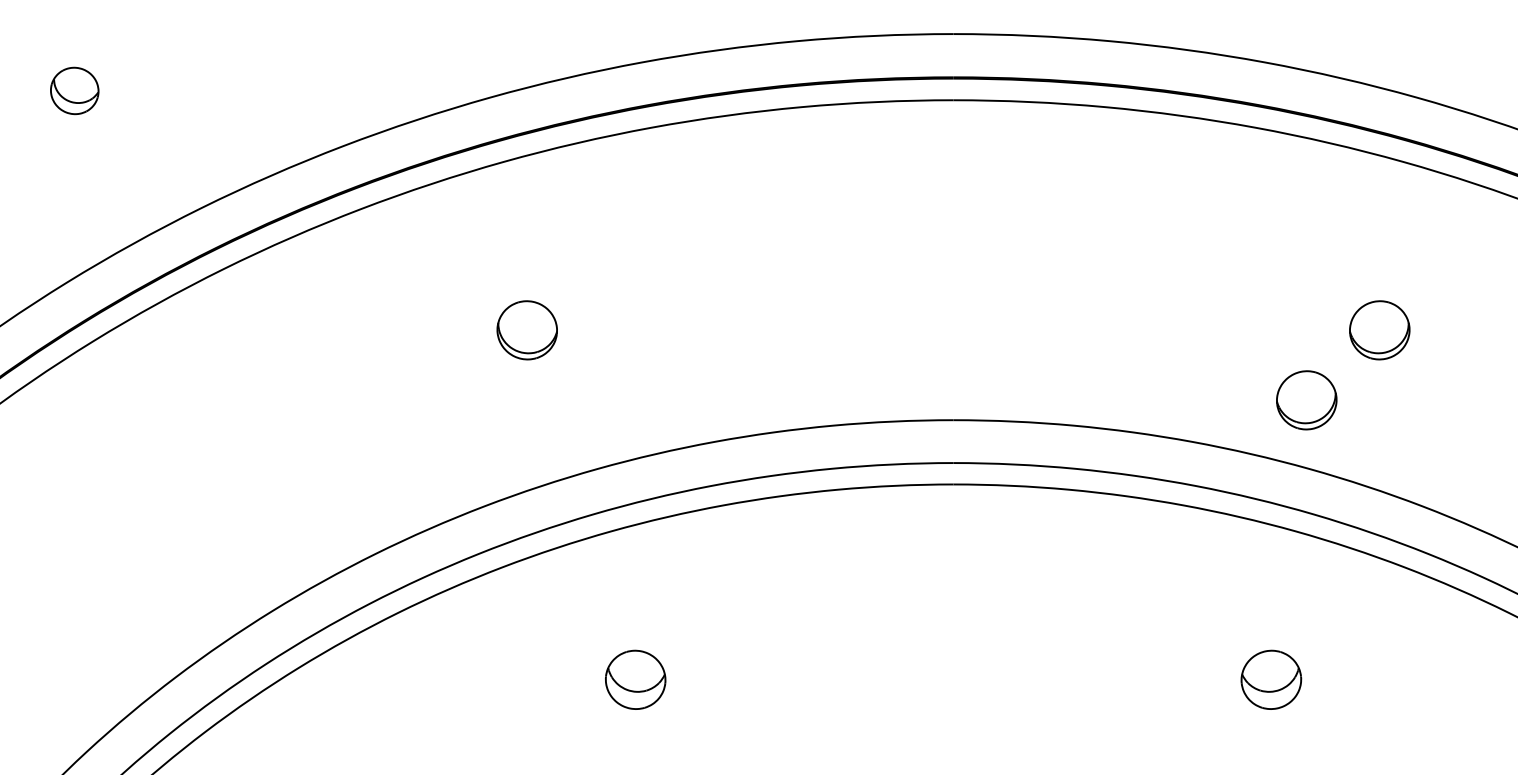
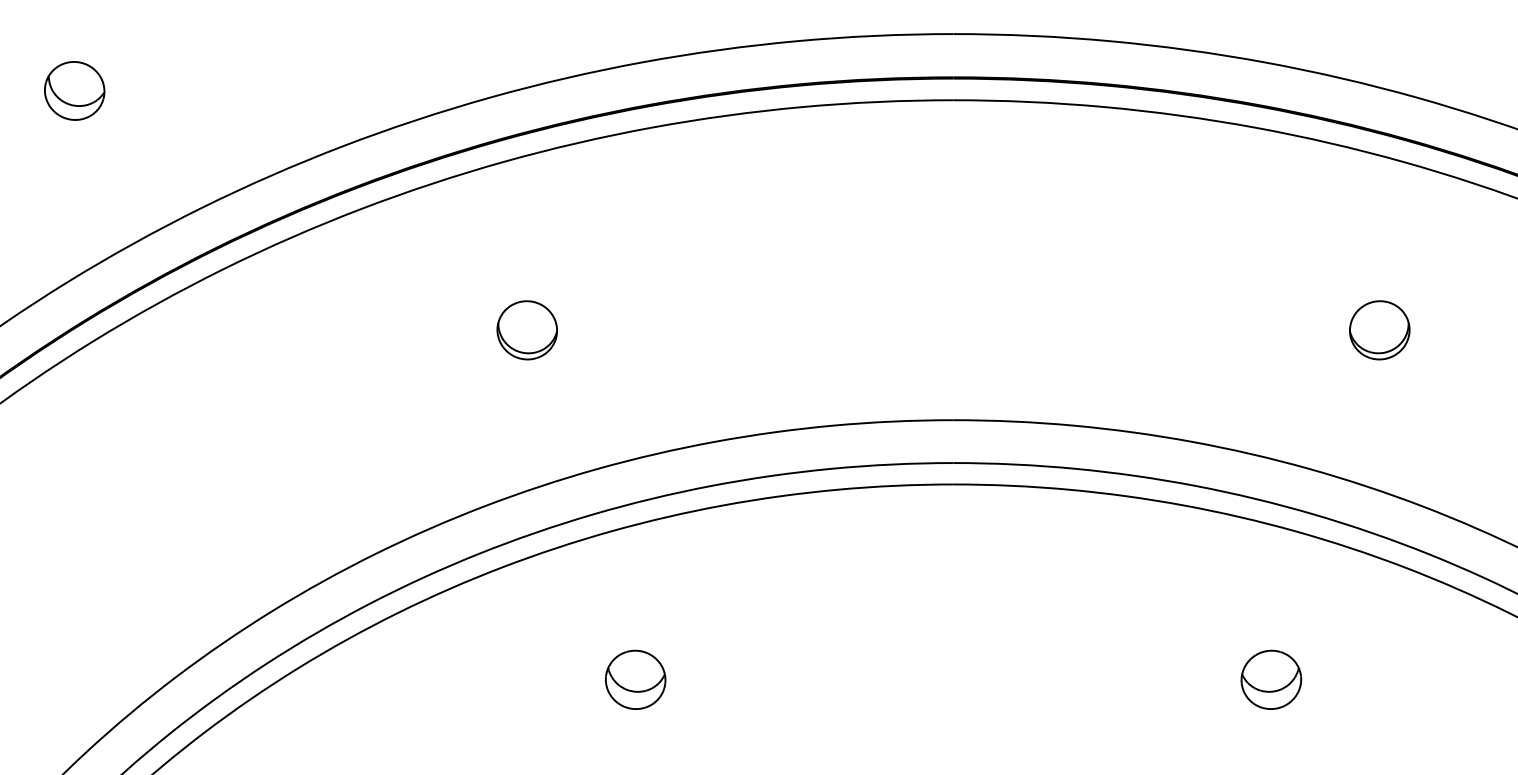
part at (74, 90) size: 50x50 px -> 62x60 px
part at (1306, 400): present -> none
